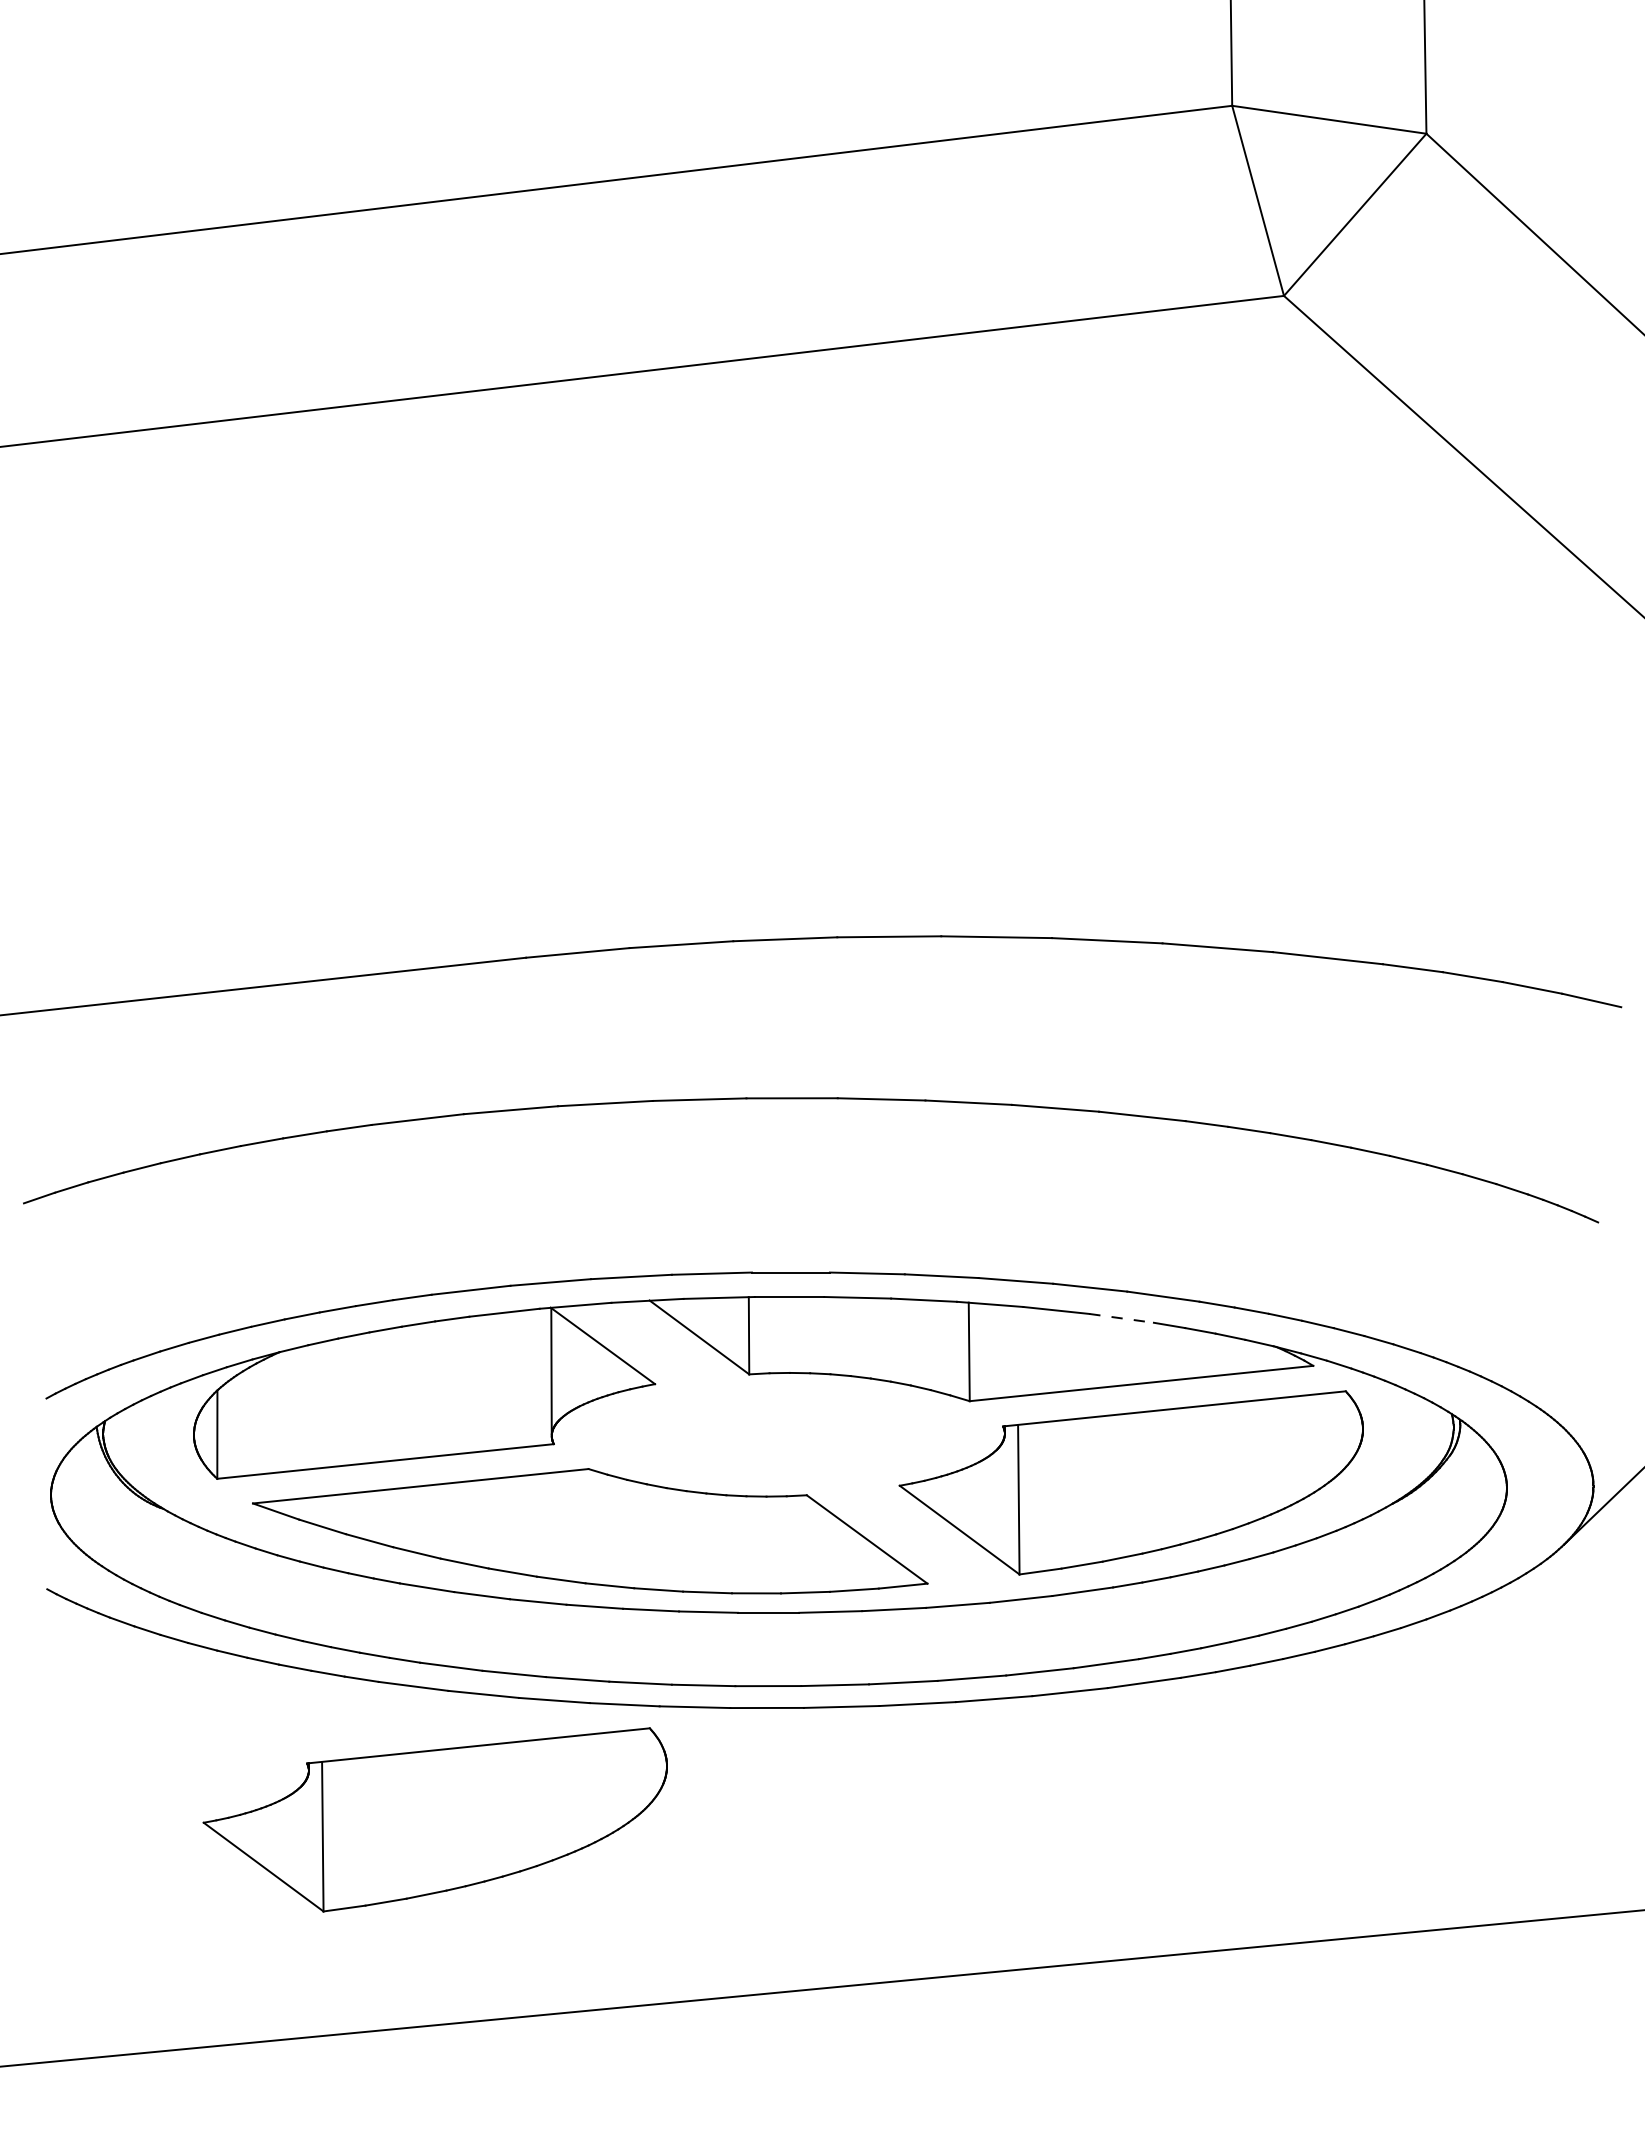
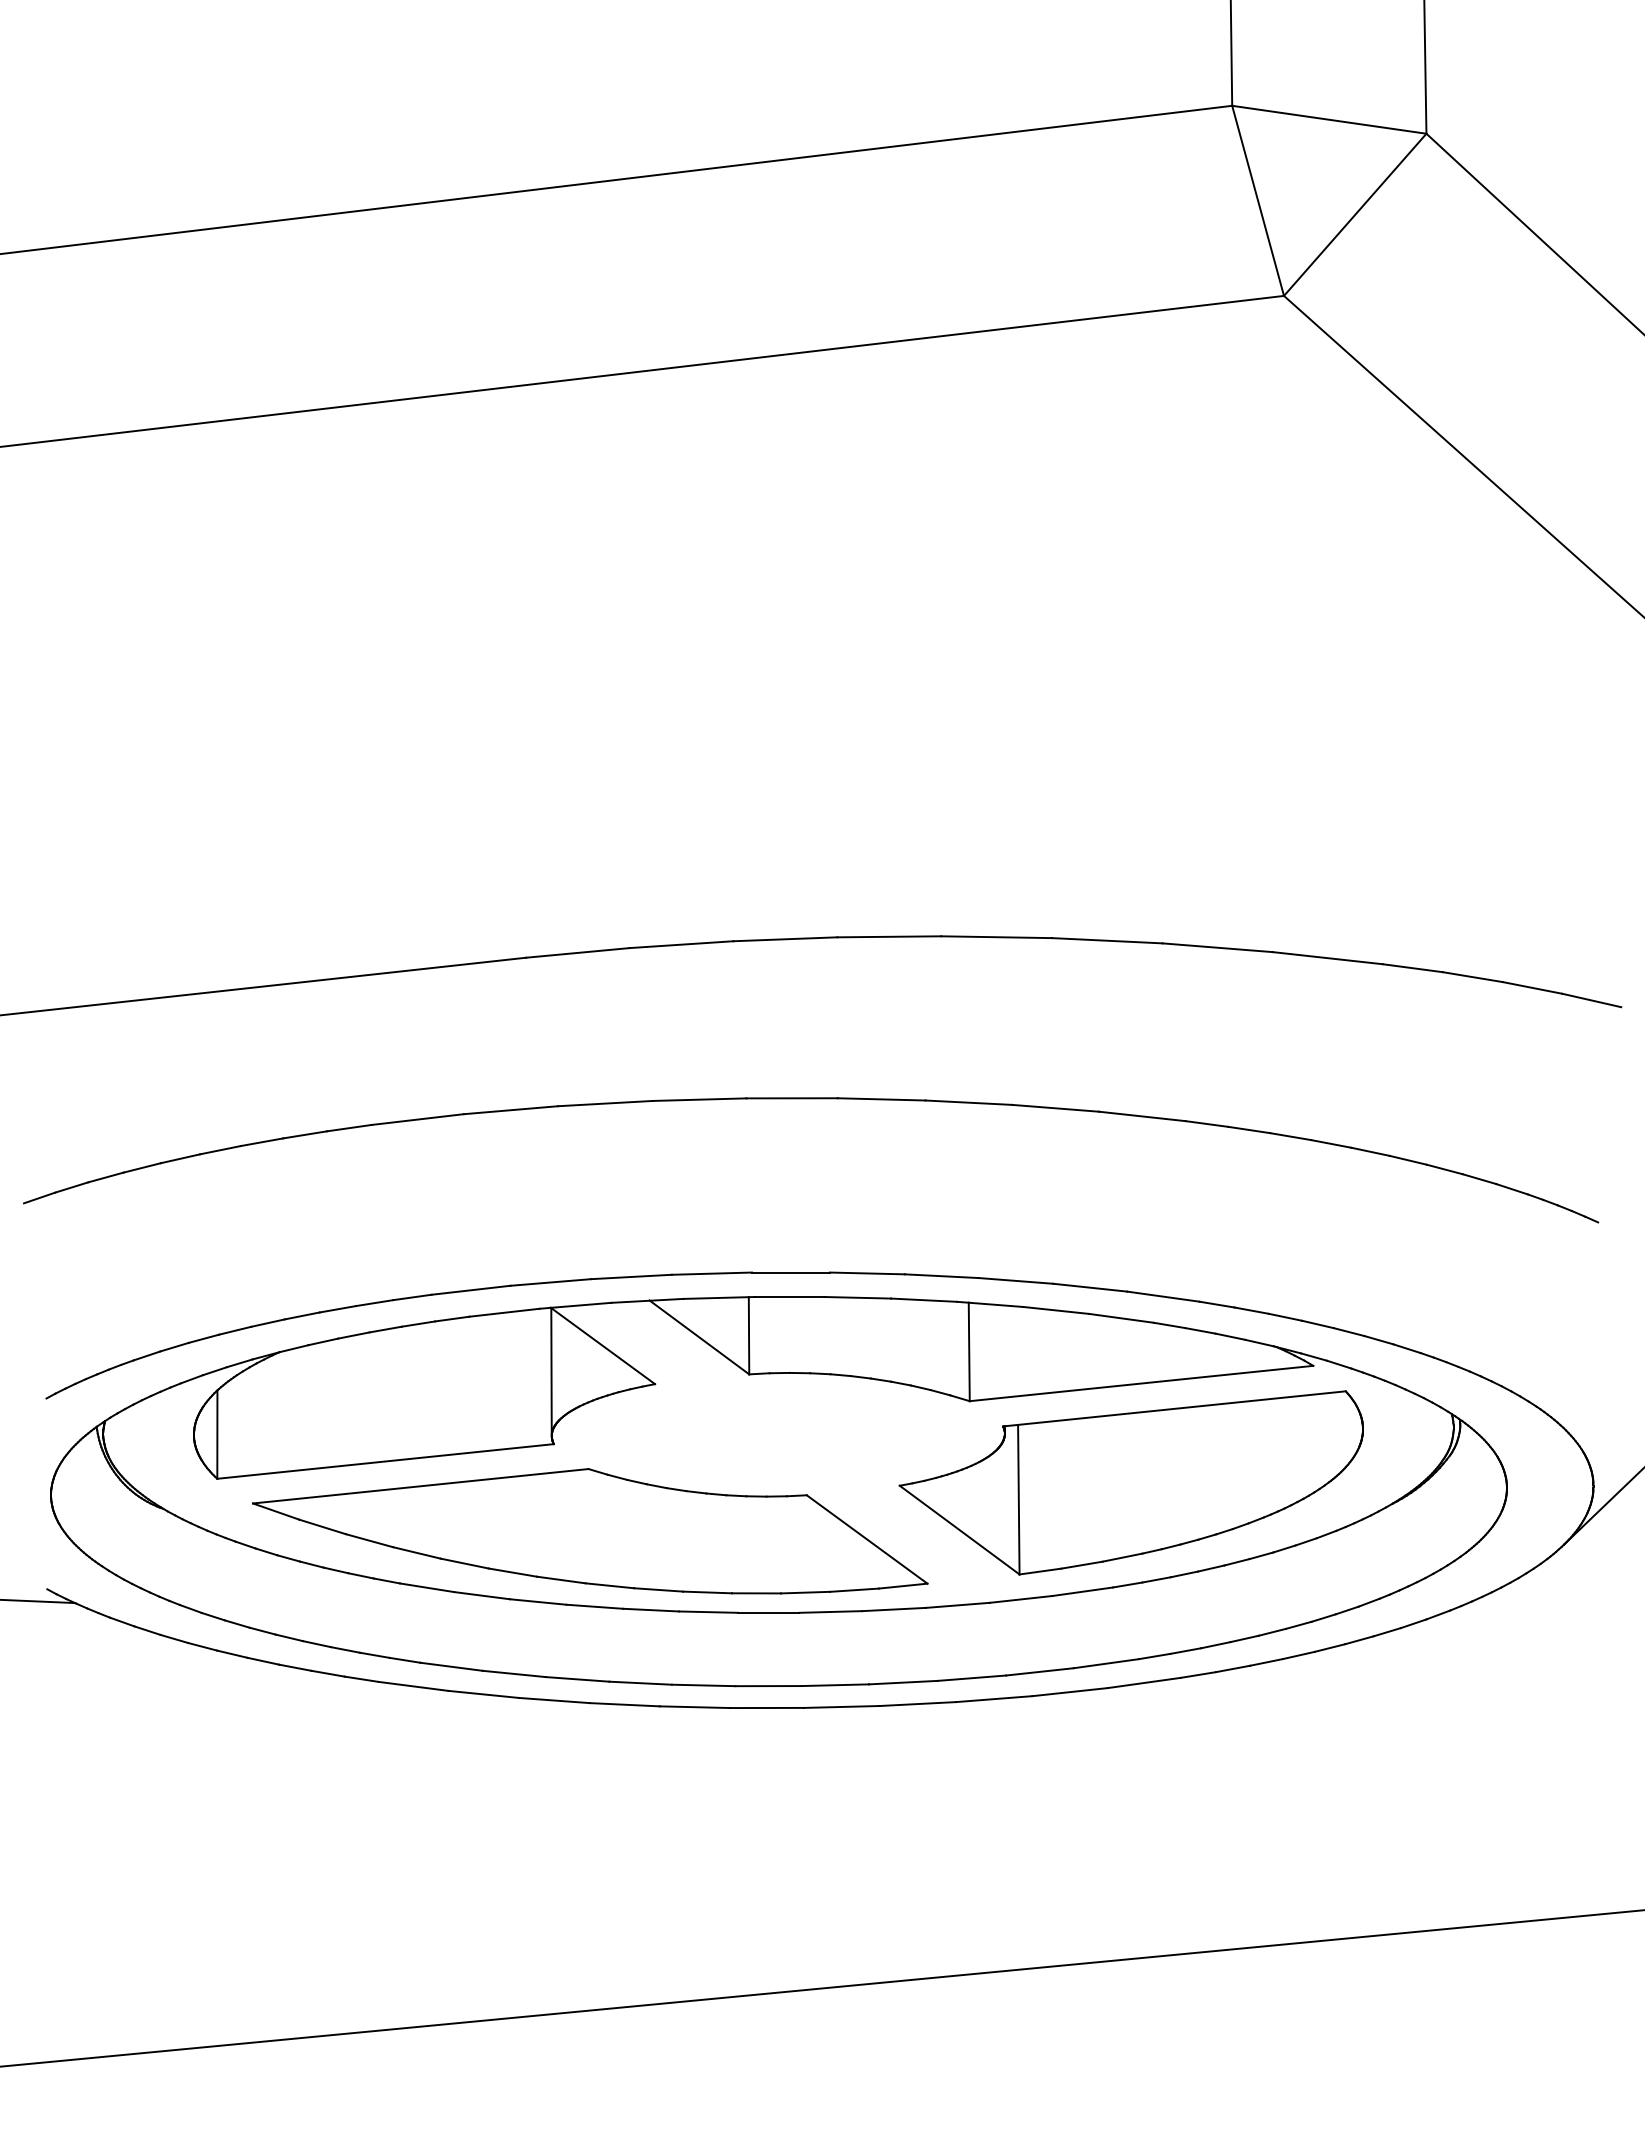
line at (1121, 1318): dashed -> solid
line at (38, 1601): none -> present
part at (434, 1819): present -> none
